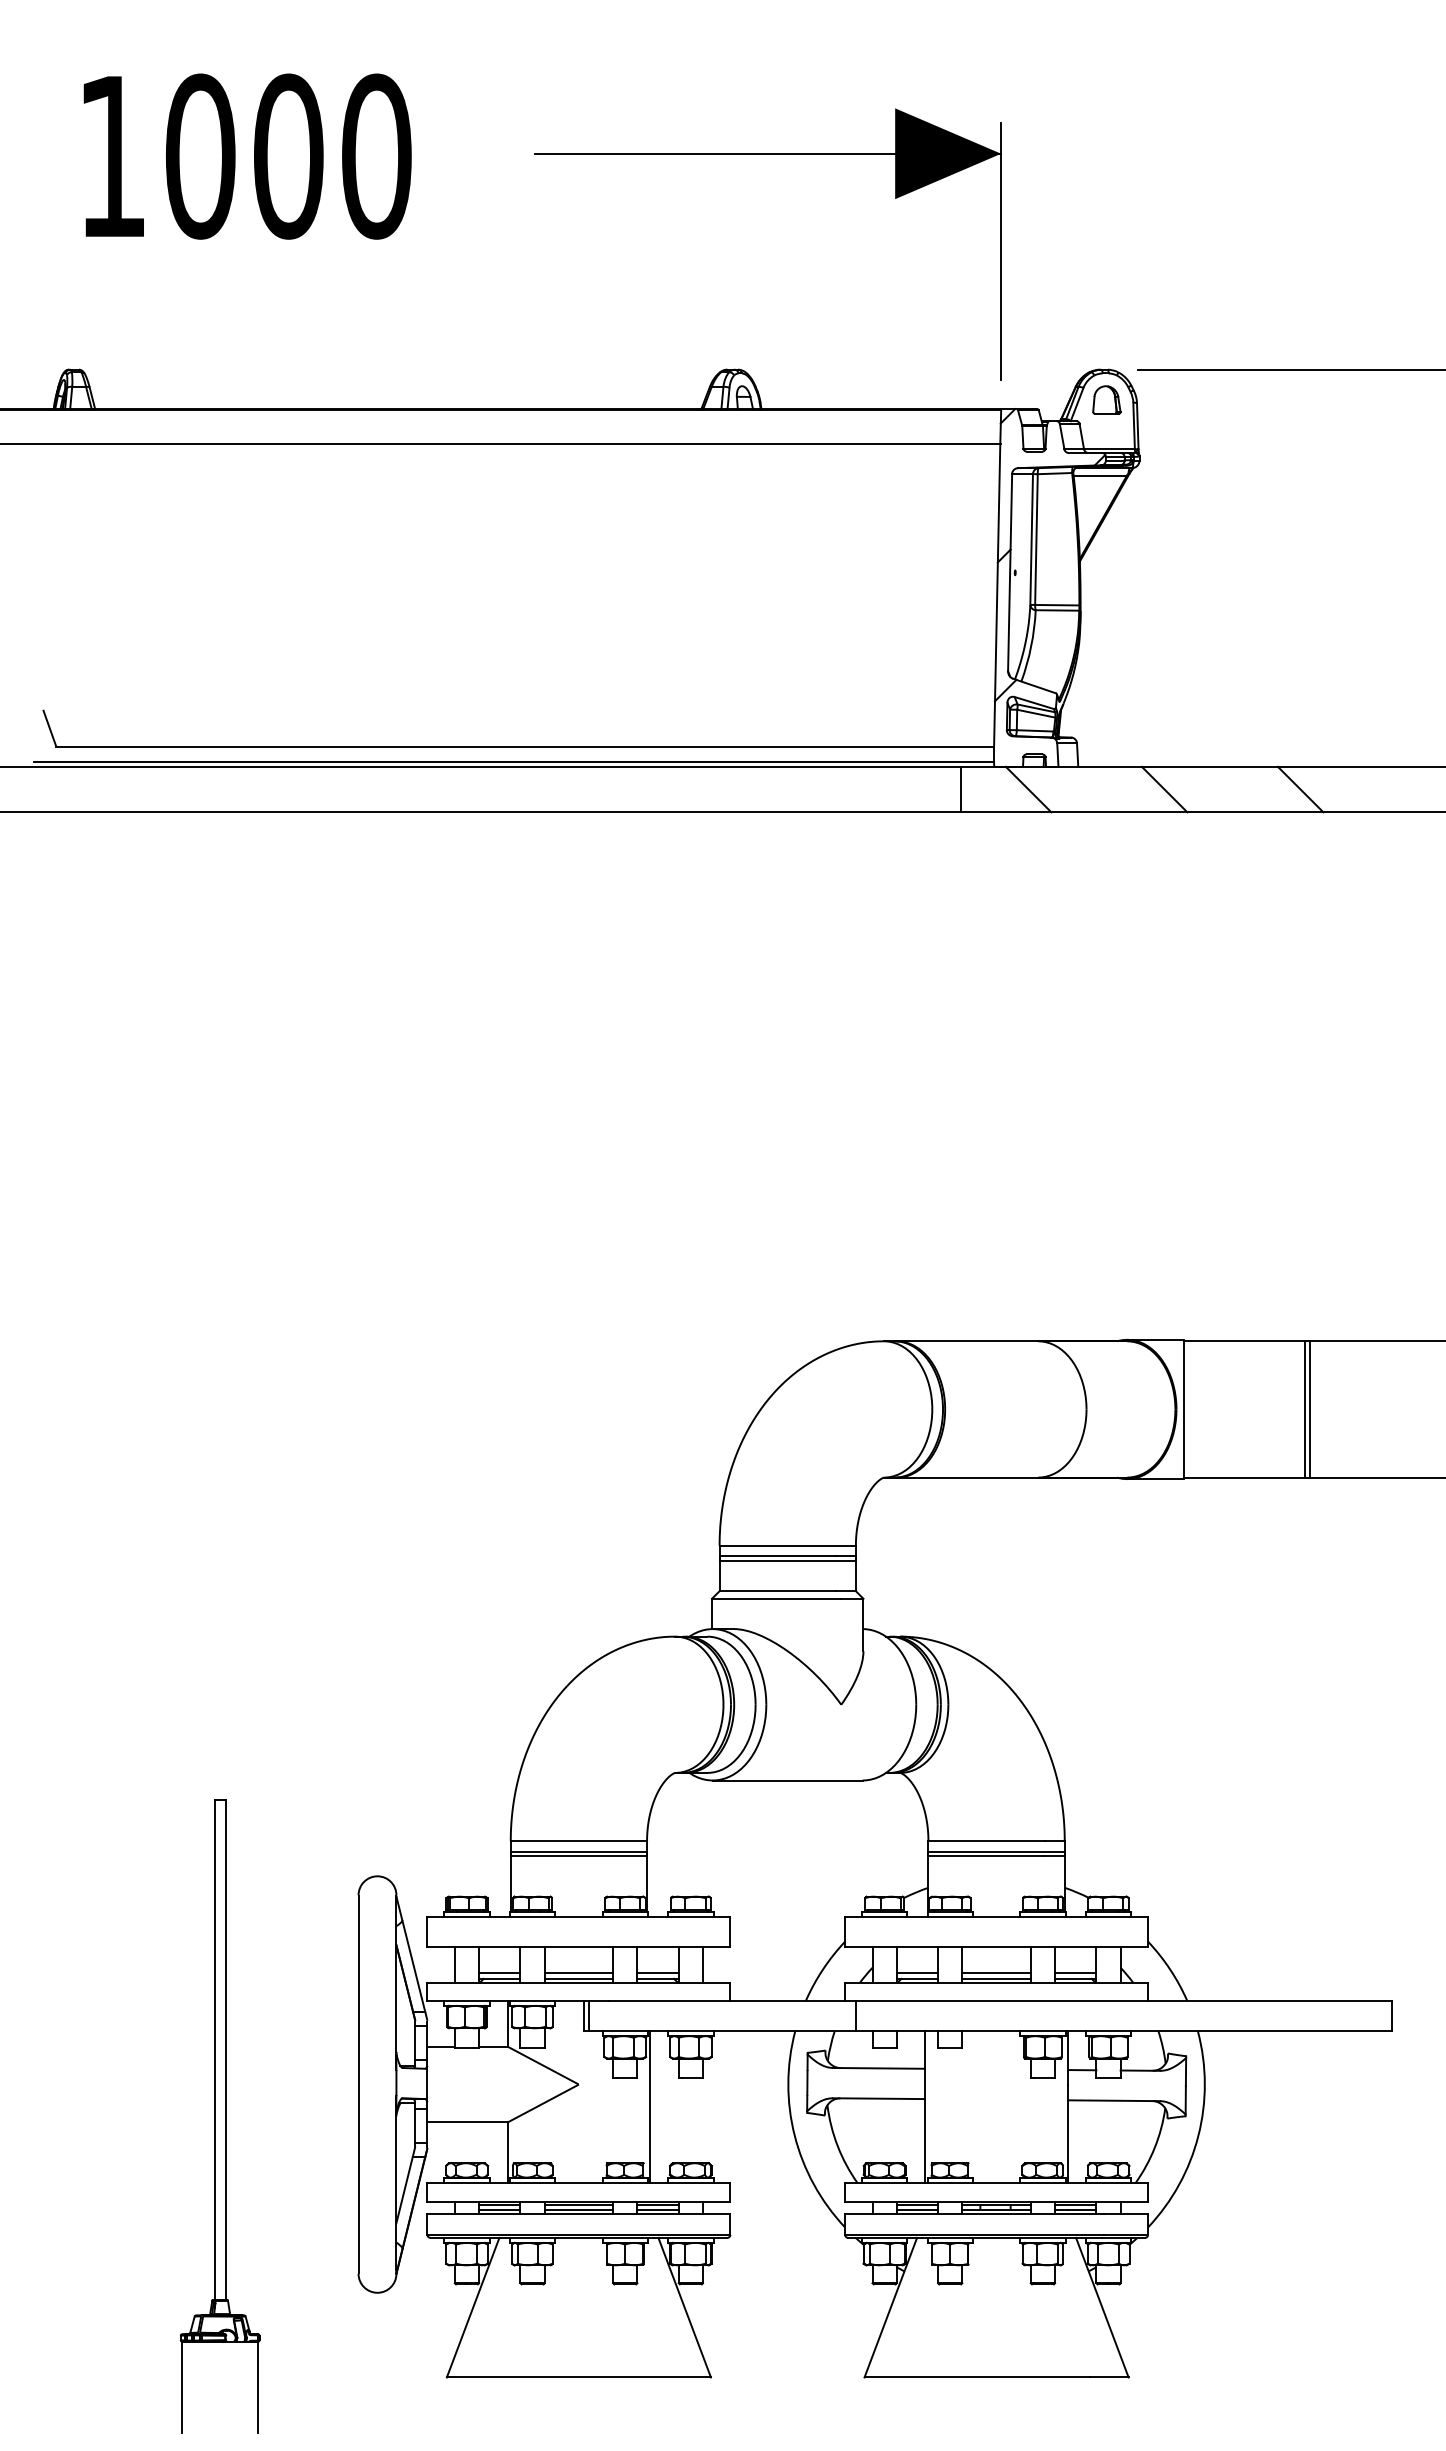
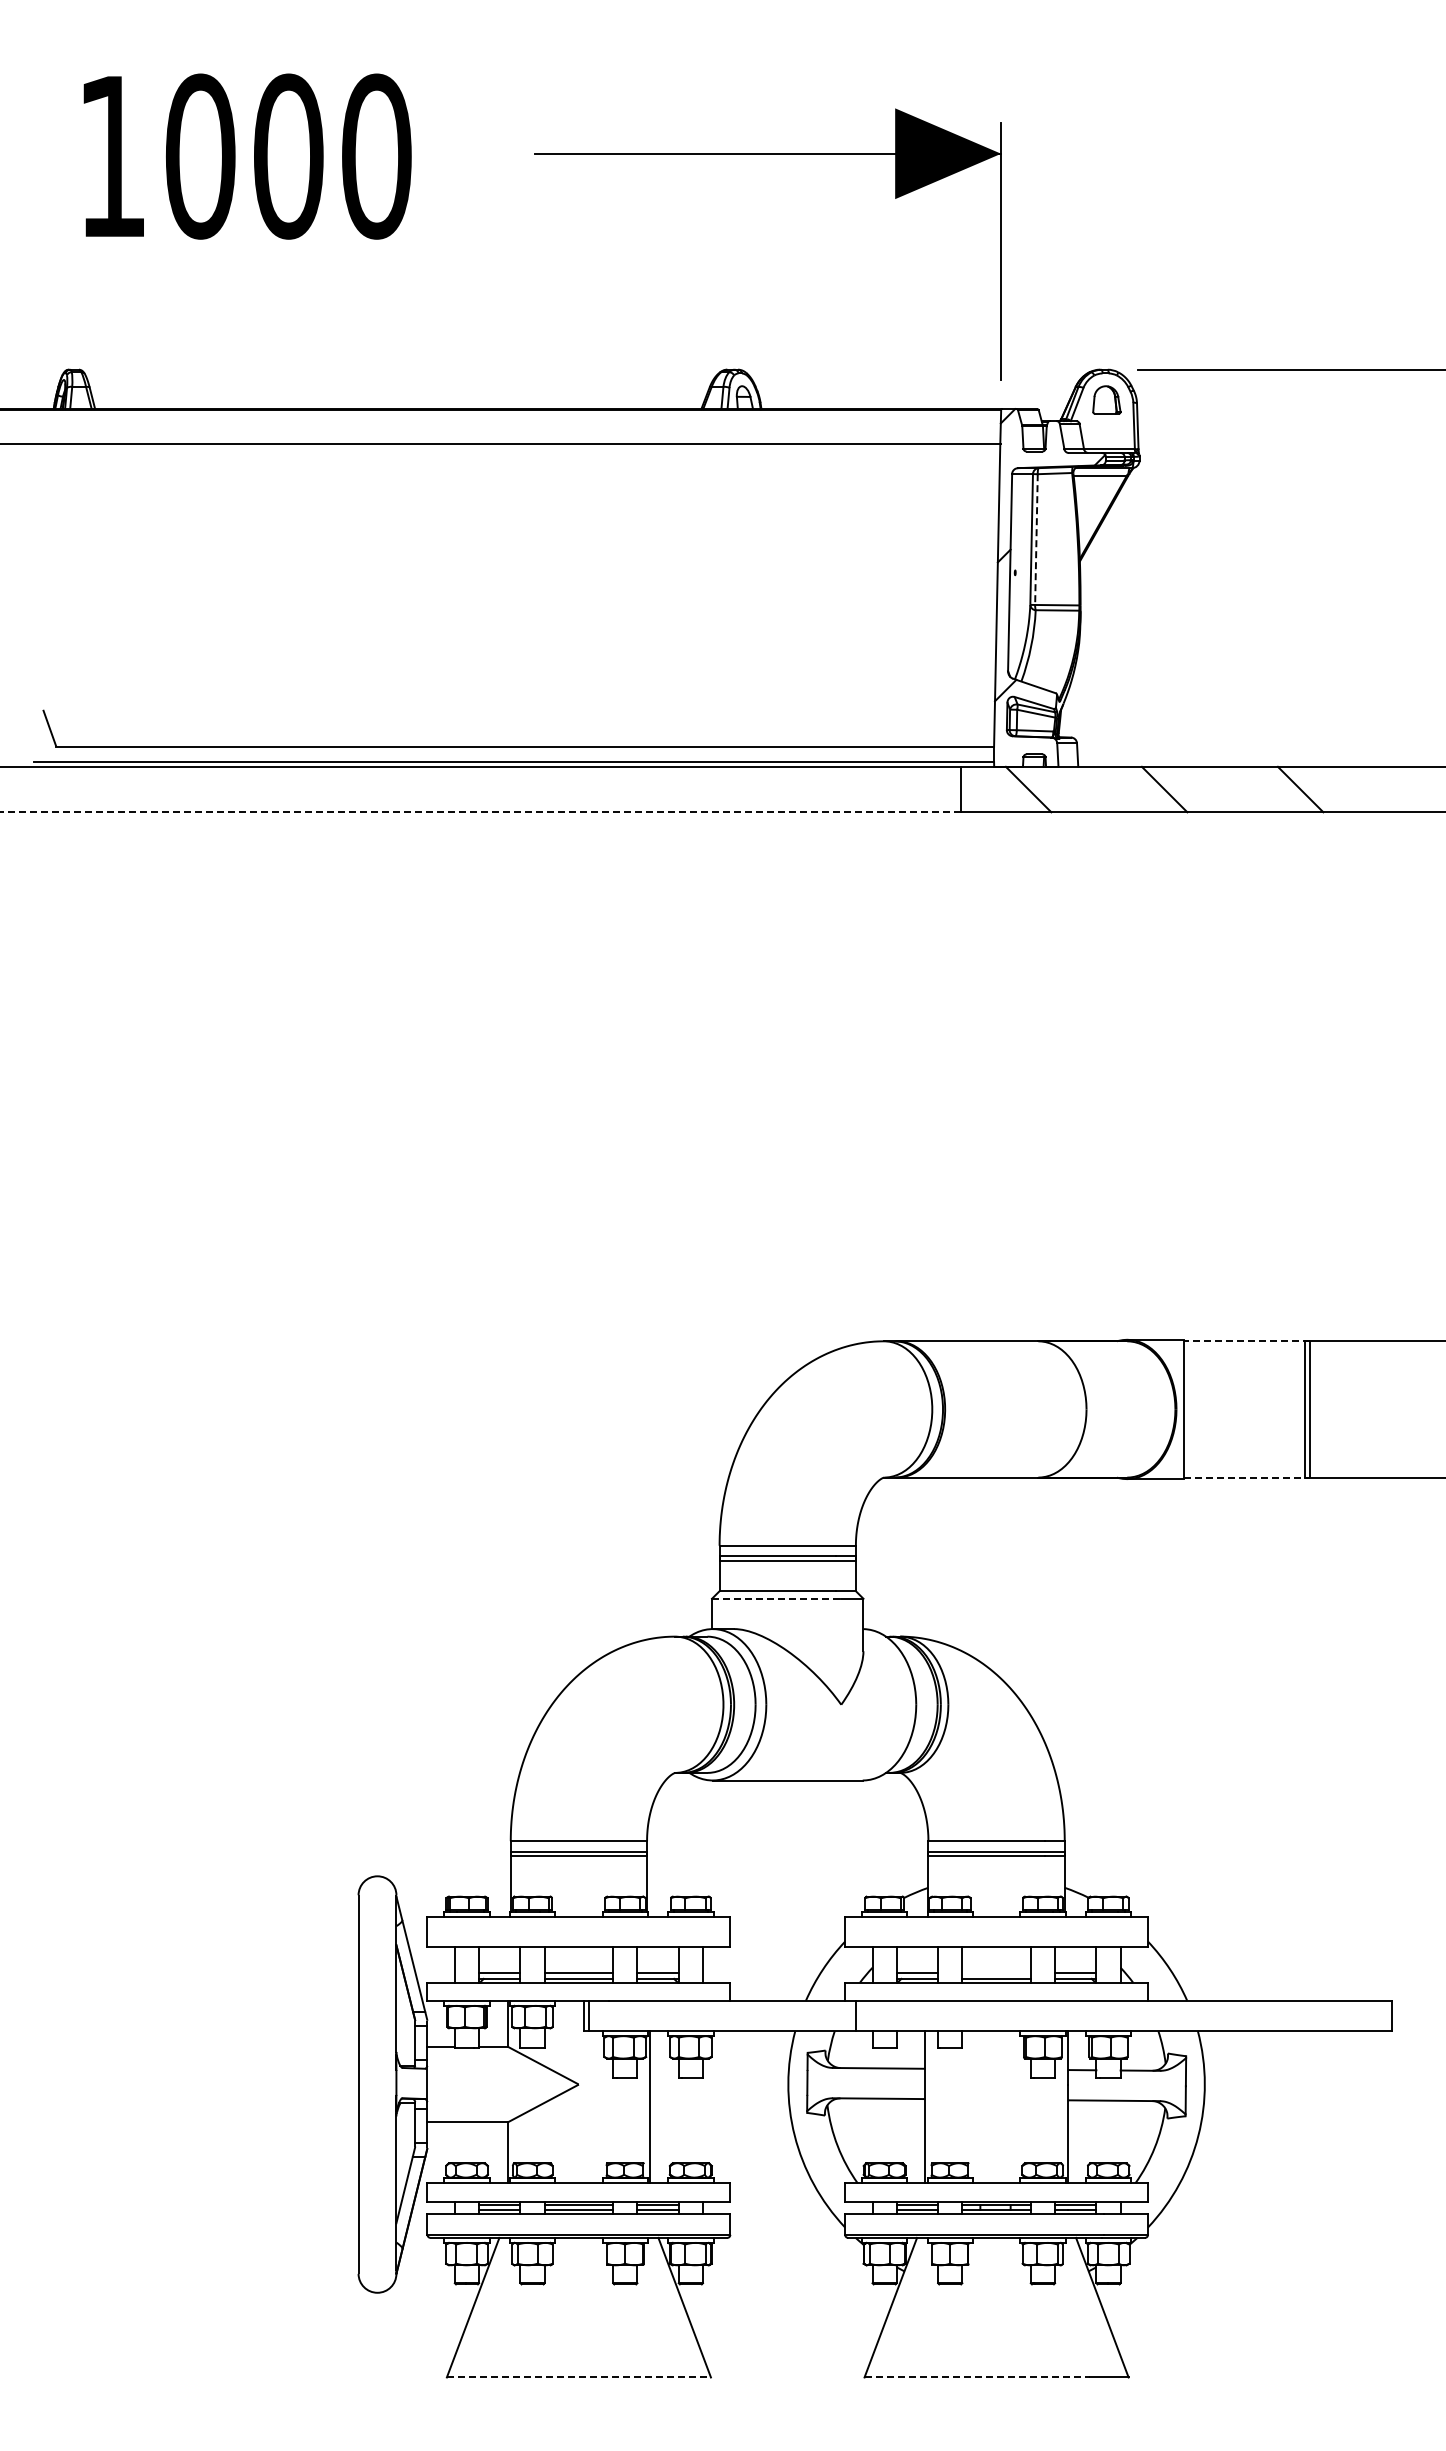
line at (1036, 540): solid -> dashed
line at (480, 812): solid -> dashed
line at (1246, 1341): solid -> dashed
line at (1246, 1477): solid -> dashed
line at (776, 1598): solid -> dashed
line at (996, 1972): present -> none
part at (220, 2116): present -> none
line at (579, 2377): solid -> dashed
line at (977, 2377): solid -> dashed
